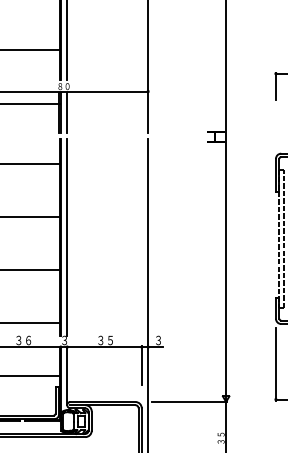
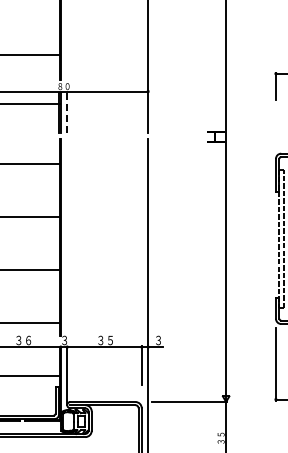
line at (67, 40): present -> none
line at (30, 50) position: (30, 50) -> (30, 55)
line at (67, 112): solid -> dashed
line at (67, 237): present -> none
